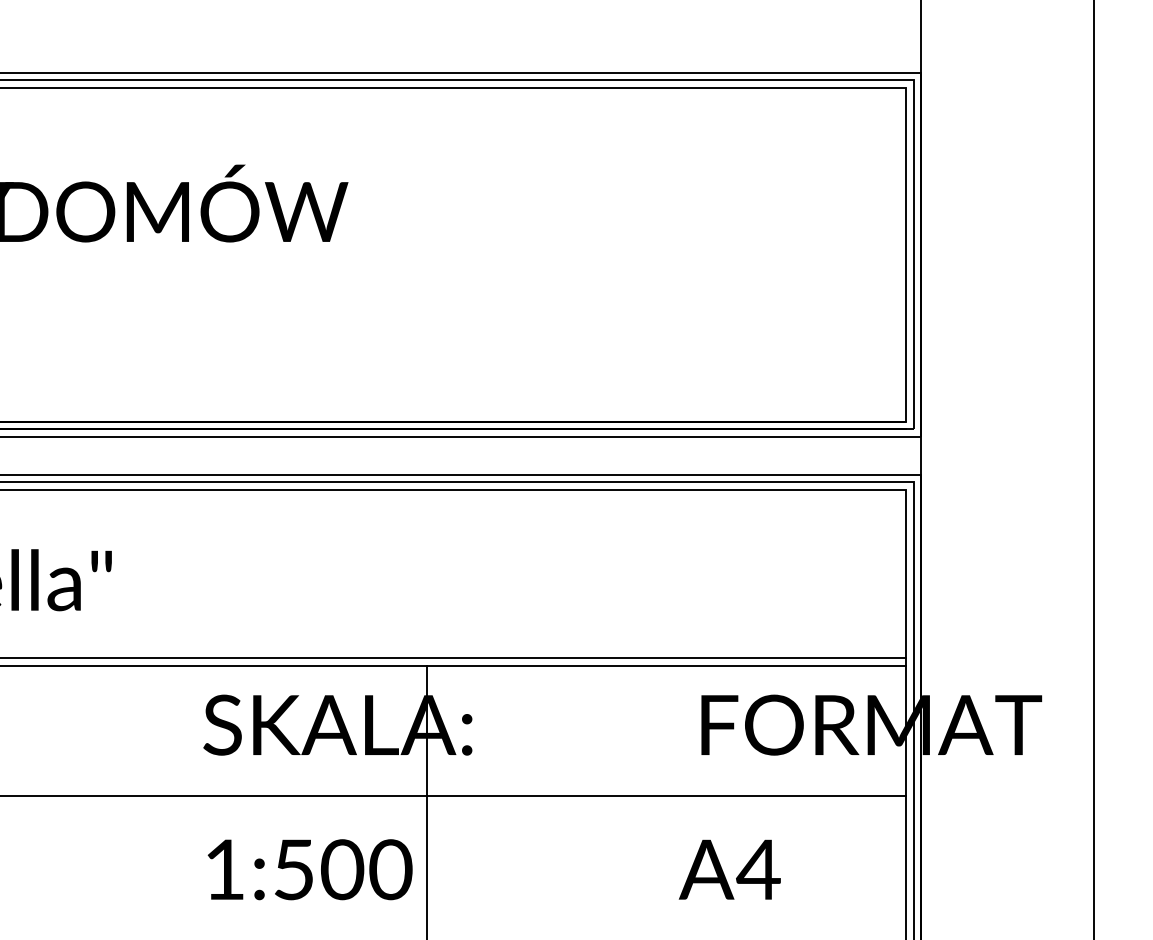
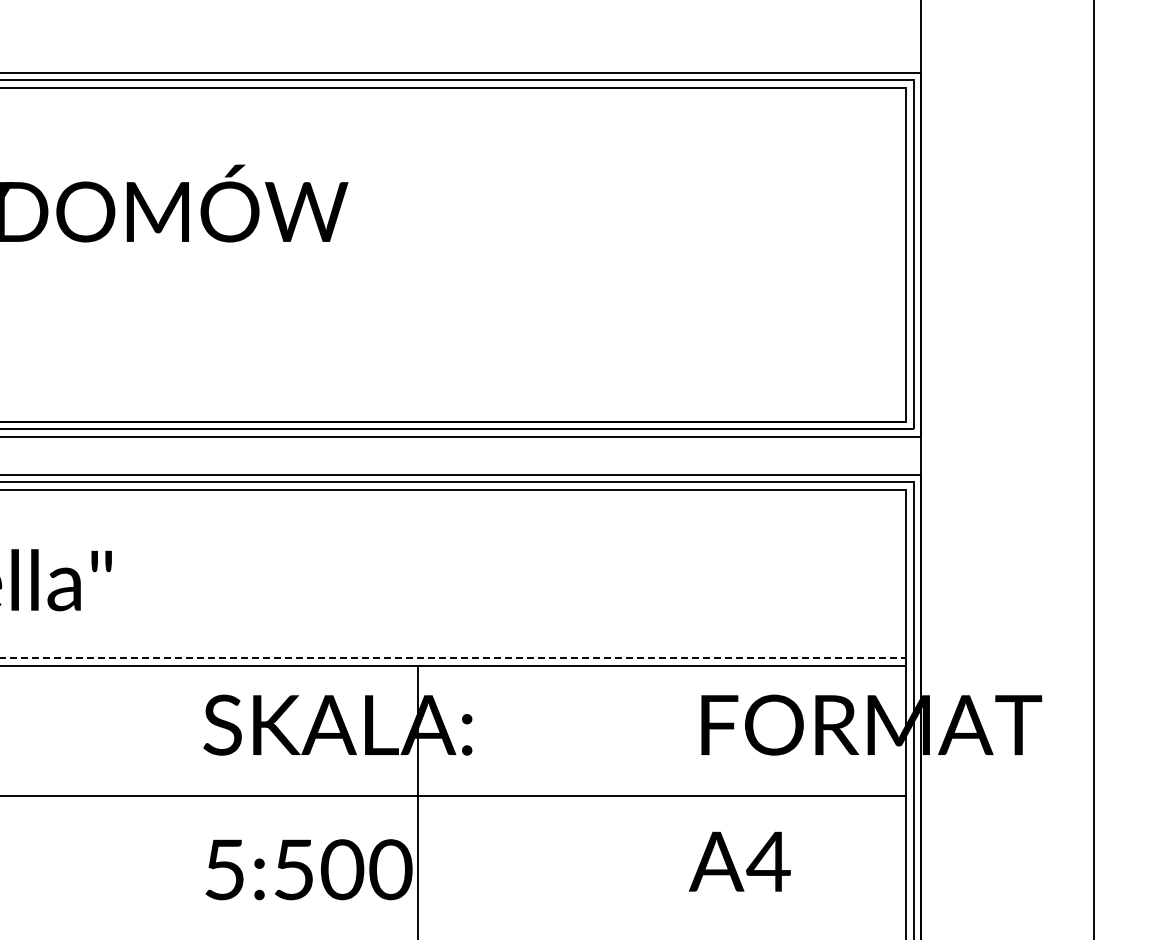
line at (453, 658): solid -> dashed
line at (426, 800) position: (426, 800) -> (417, 800)
text at (224, 869): 1:500 -> 5:500
text at (729, 869) position: (729, 869) -> (739, 861)
